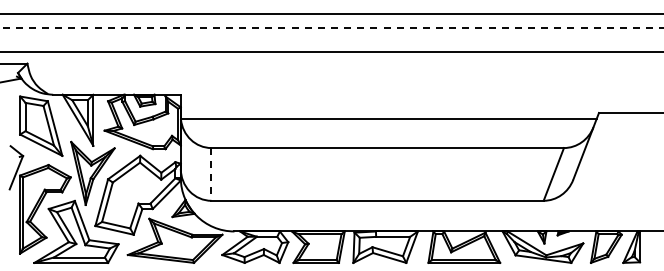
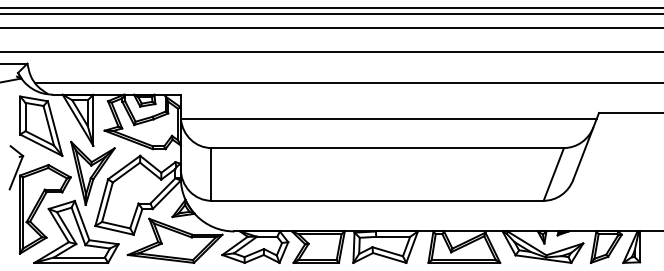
line at (331, 8): none -> present
line at (332, 28): dashed -> solid
line at (347, 82): none -> present
line at (211, 174): dashed -> solid
